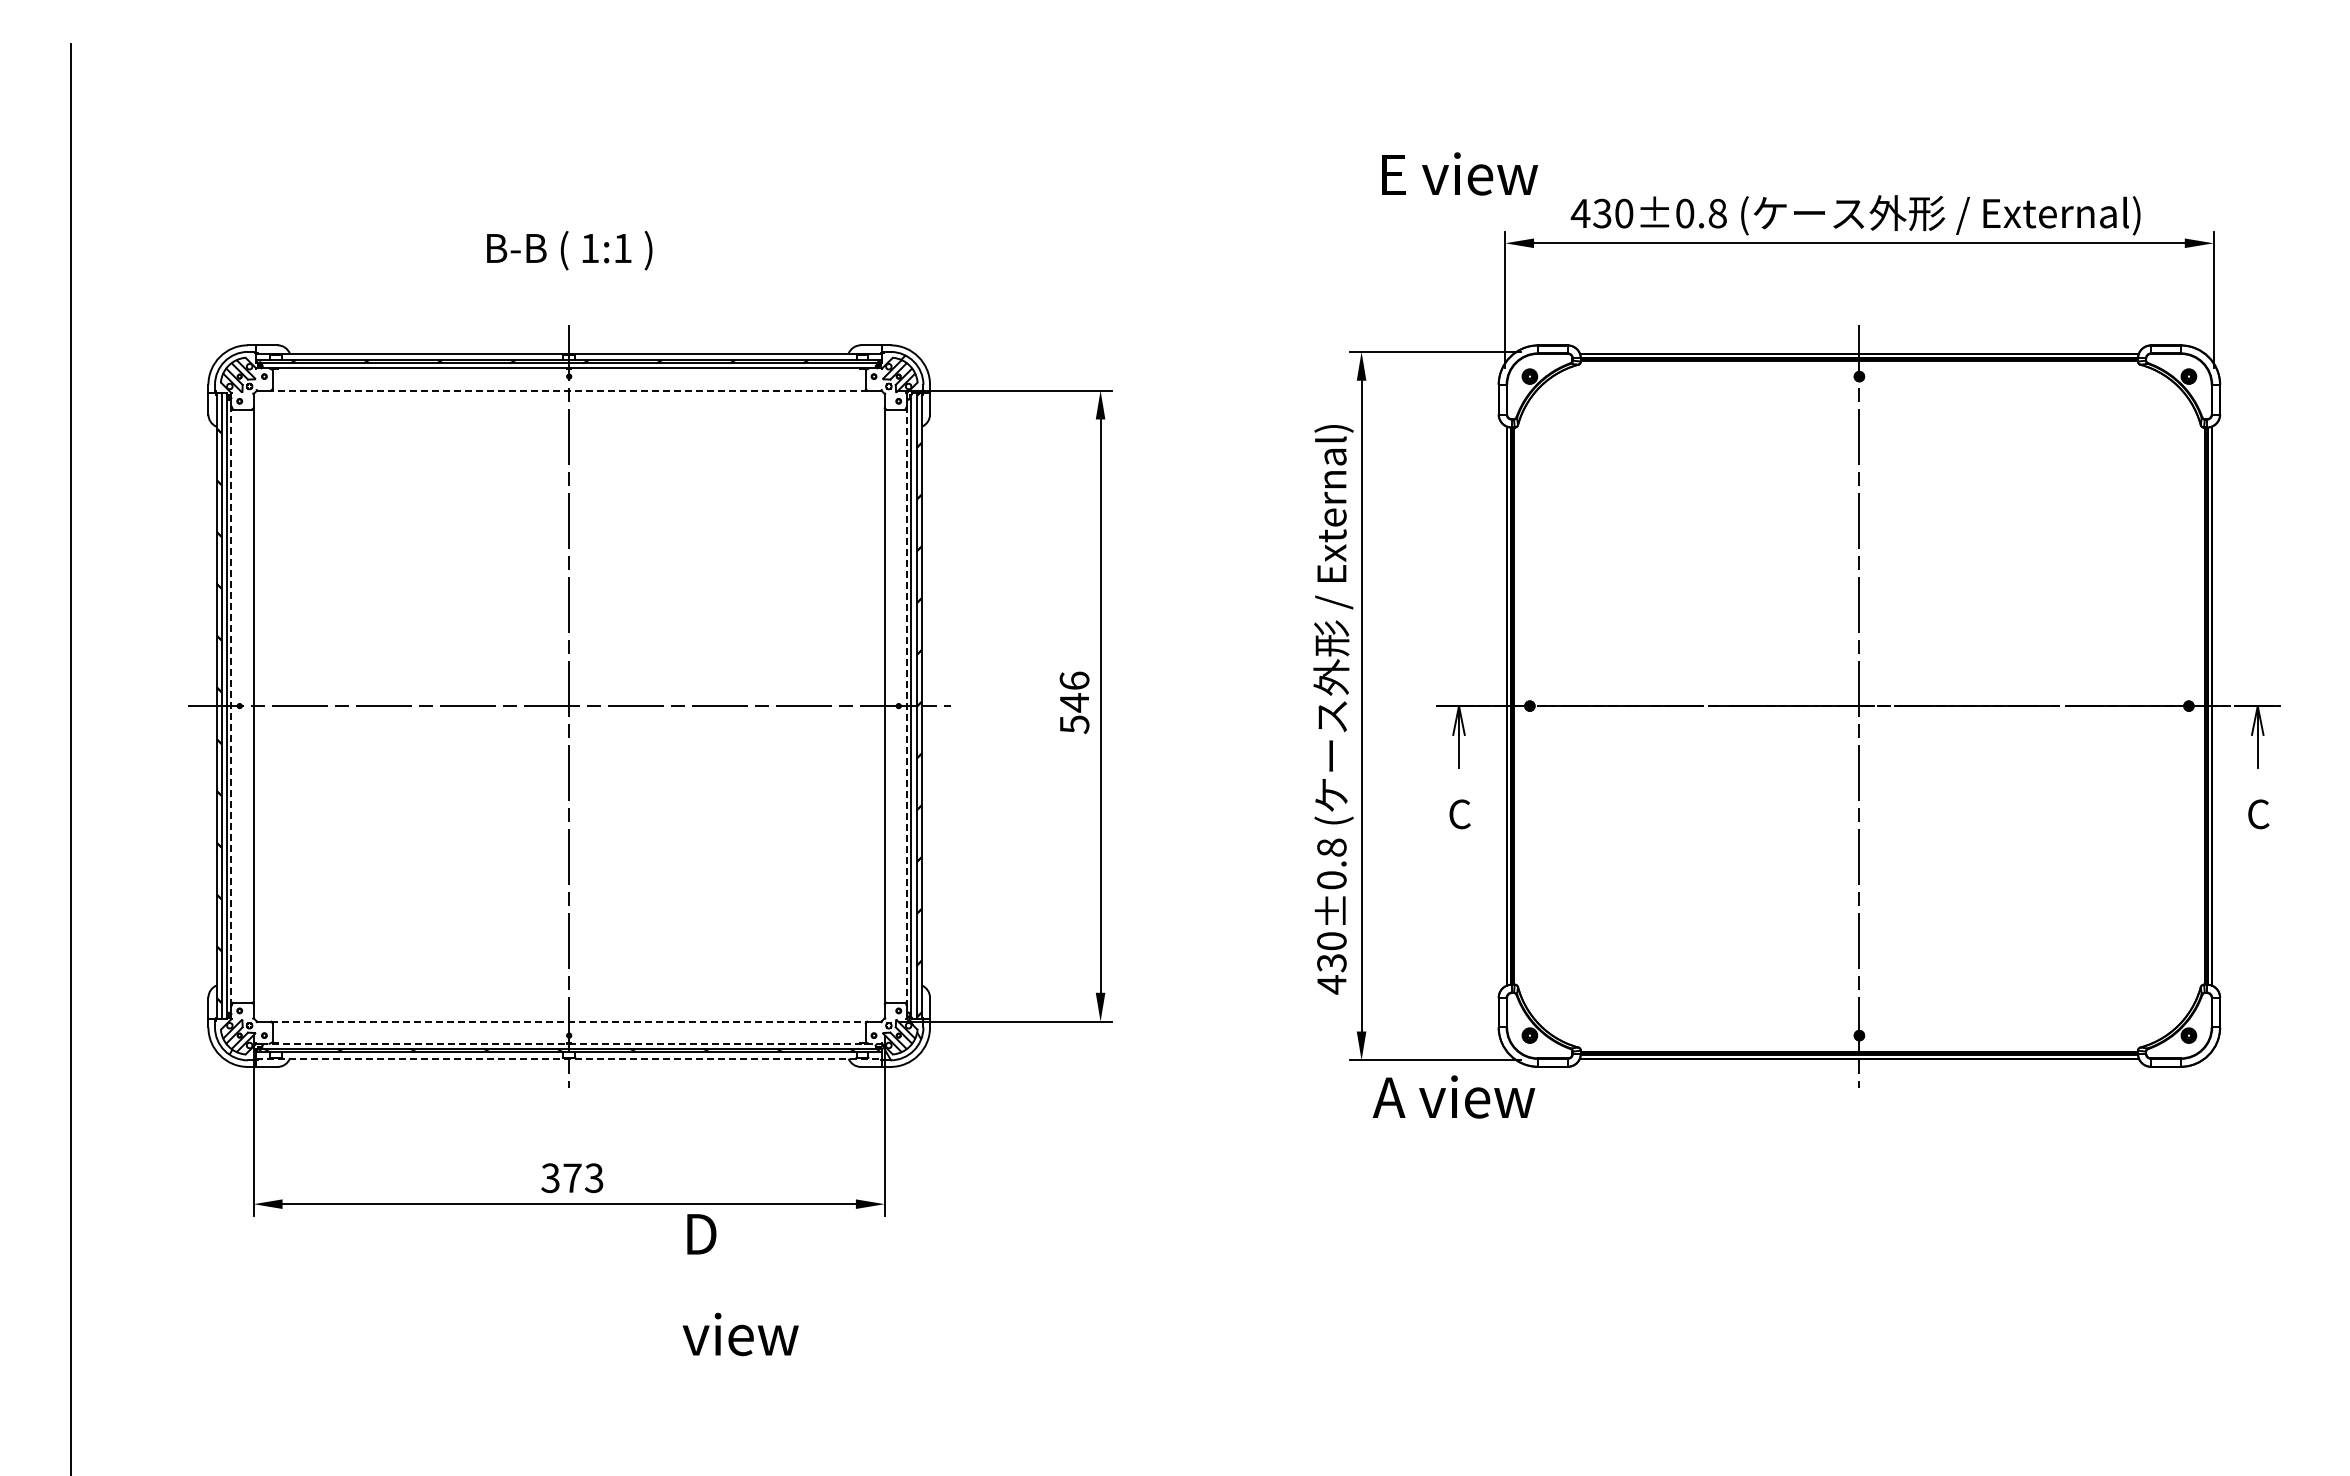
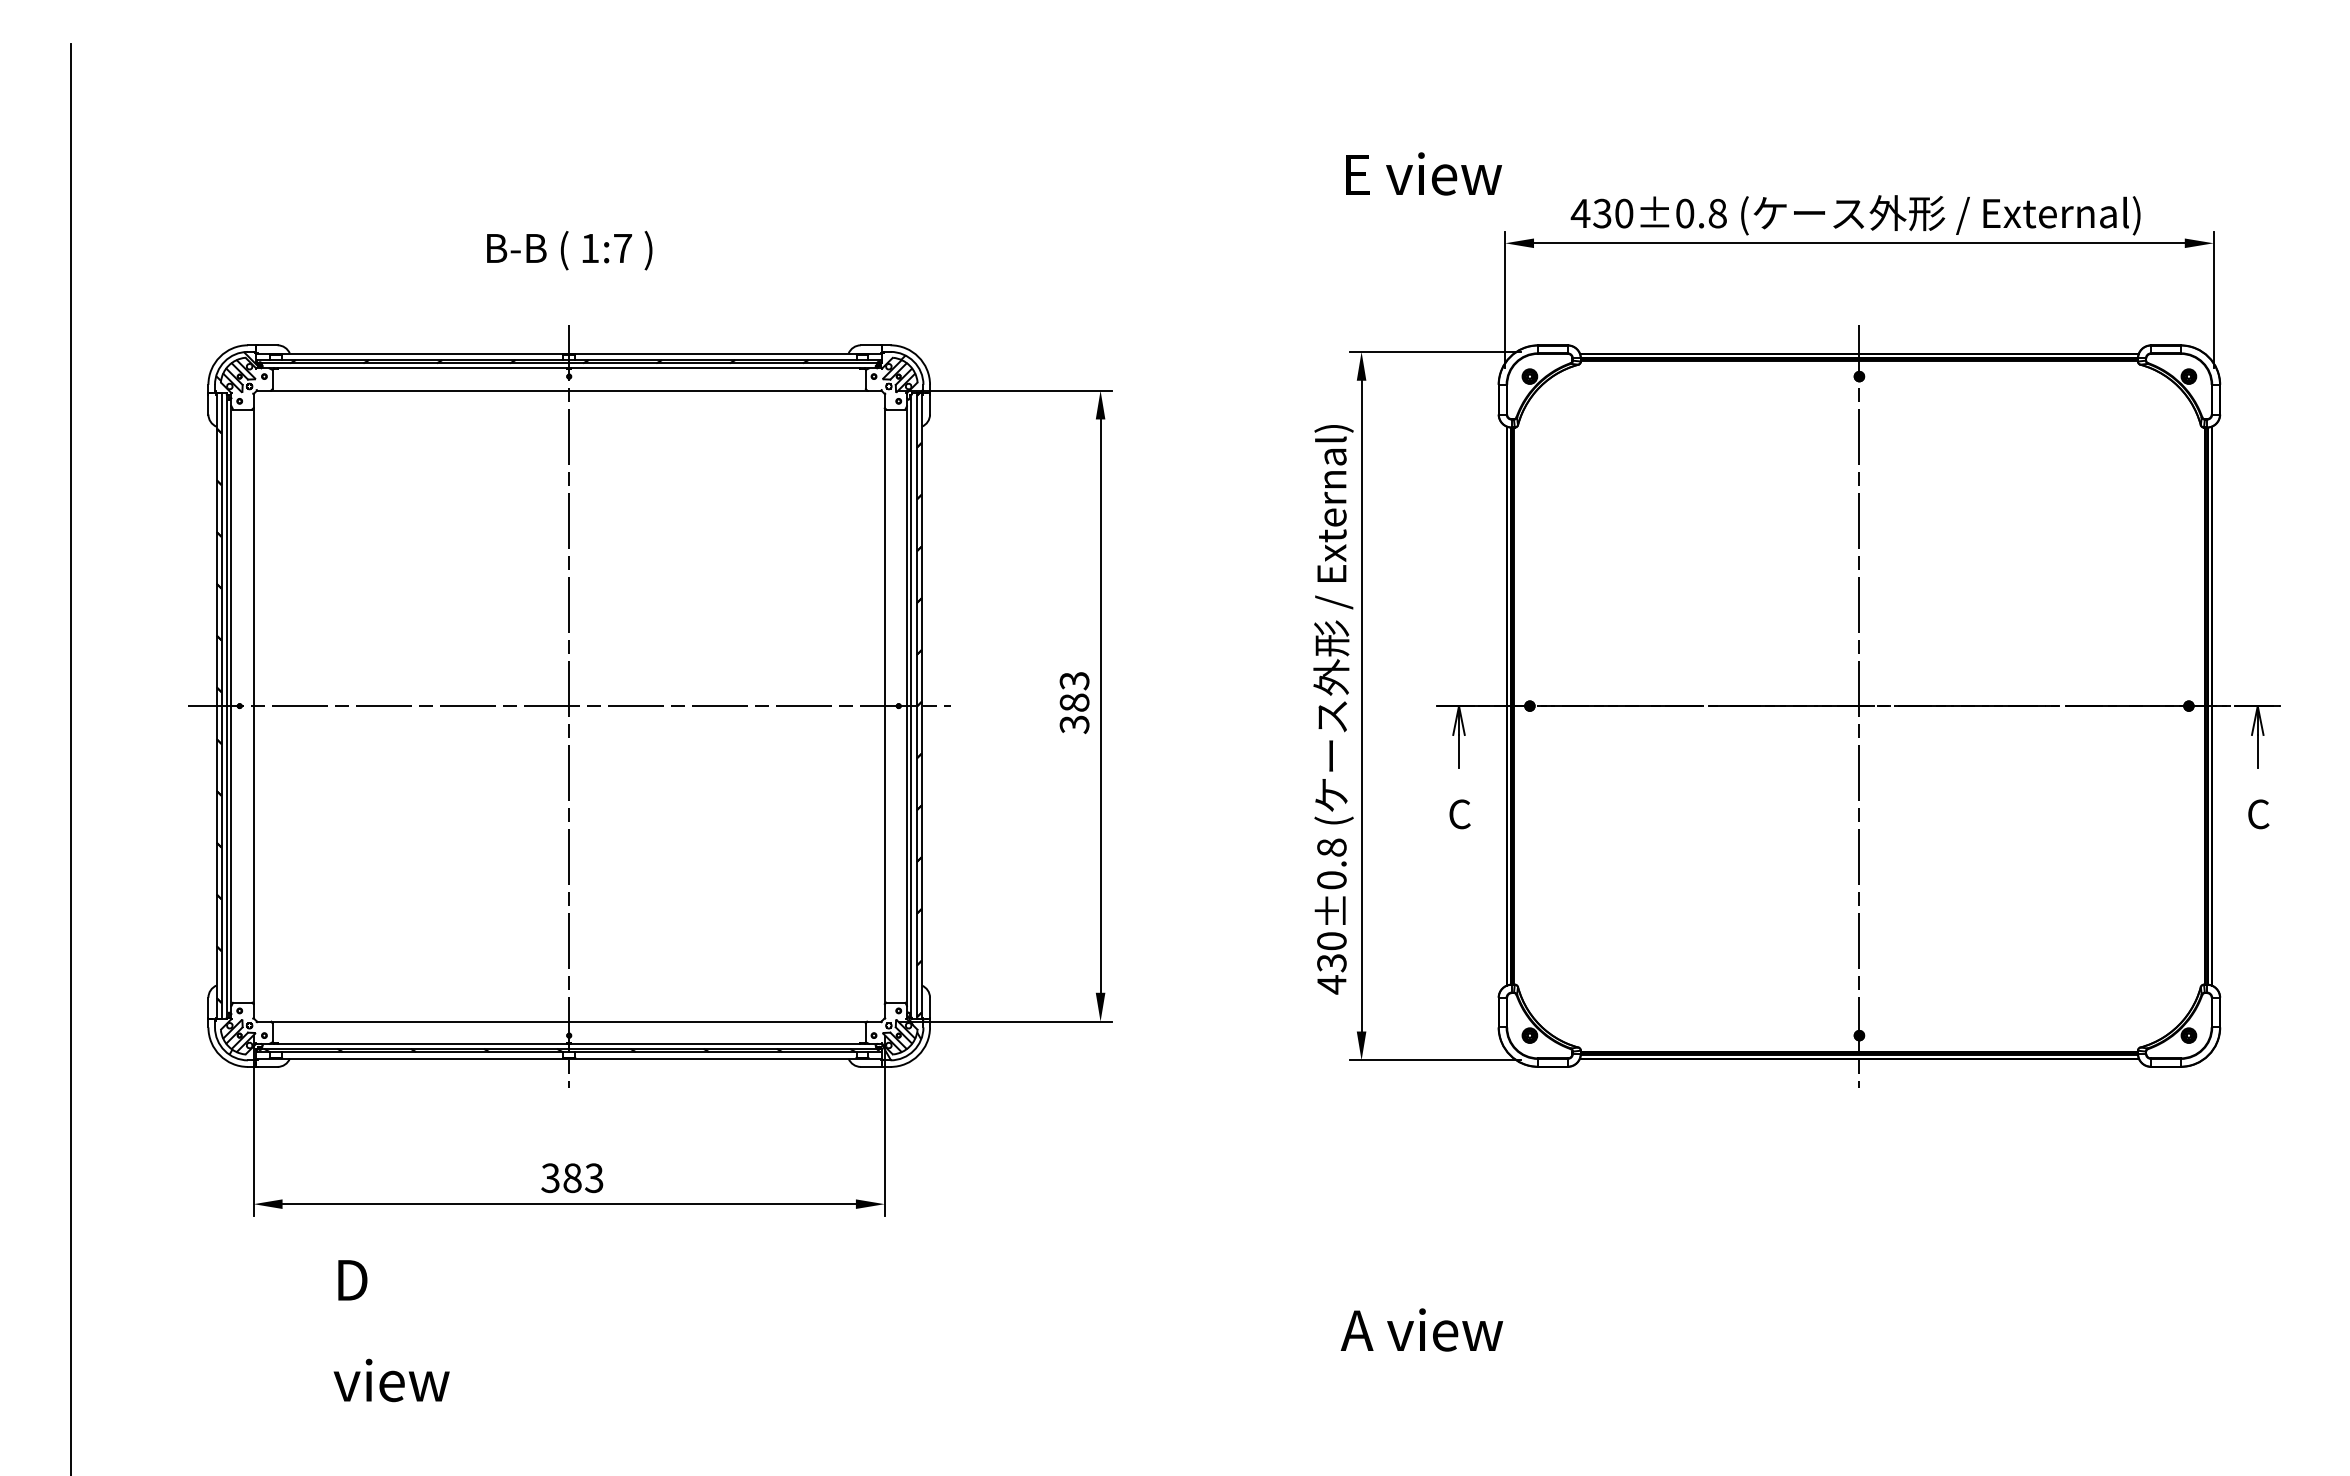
text at (1460, 173) position: (1460, 173) -> (1424, 173)
text at (623, 248): 1:1 -> 1:7
hatch at (238, 366): none -> present
line at (568, 390): dashed -> solid
text at (1074, 702): 546 -> 383
line at (231, 706): dashed -> solid
line at (906, 706): dashed -> solid
line at (569, 1021): dashed -> solid
line at (569, 1043): dashed -> solid
line at (569, 1058): dashed -> solid
text at (1453, 1096) position: (1453, 1096) -> (1421, 1329)
text at (572, 1178): 373 -> 383
text at (740, 1285) position: (740, 1285) -> (391, 1331)
